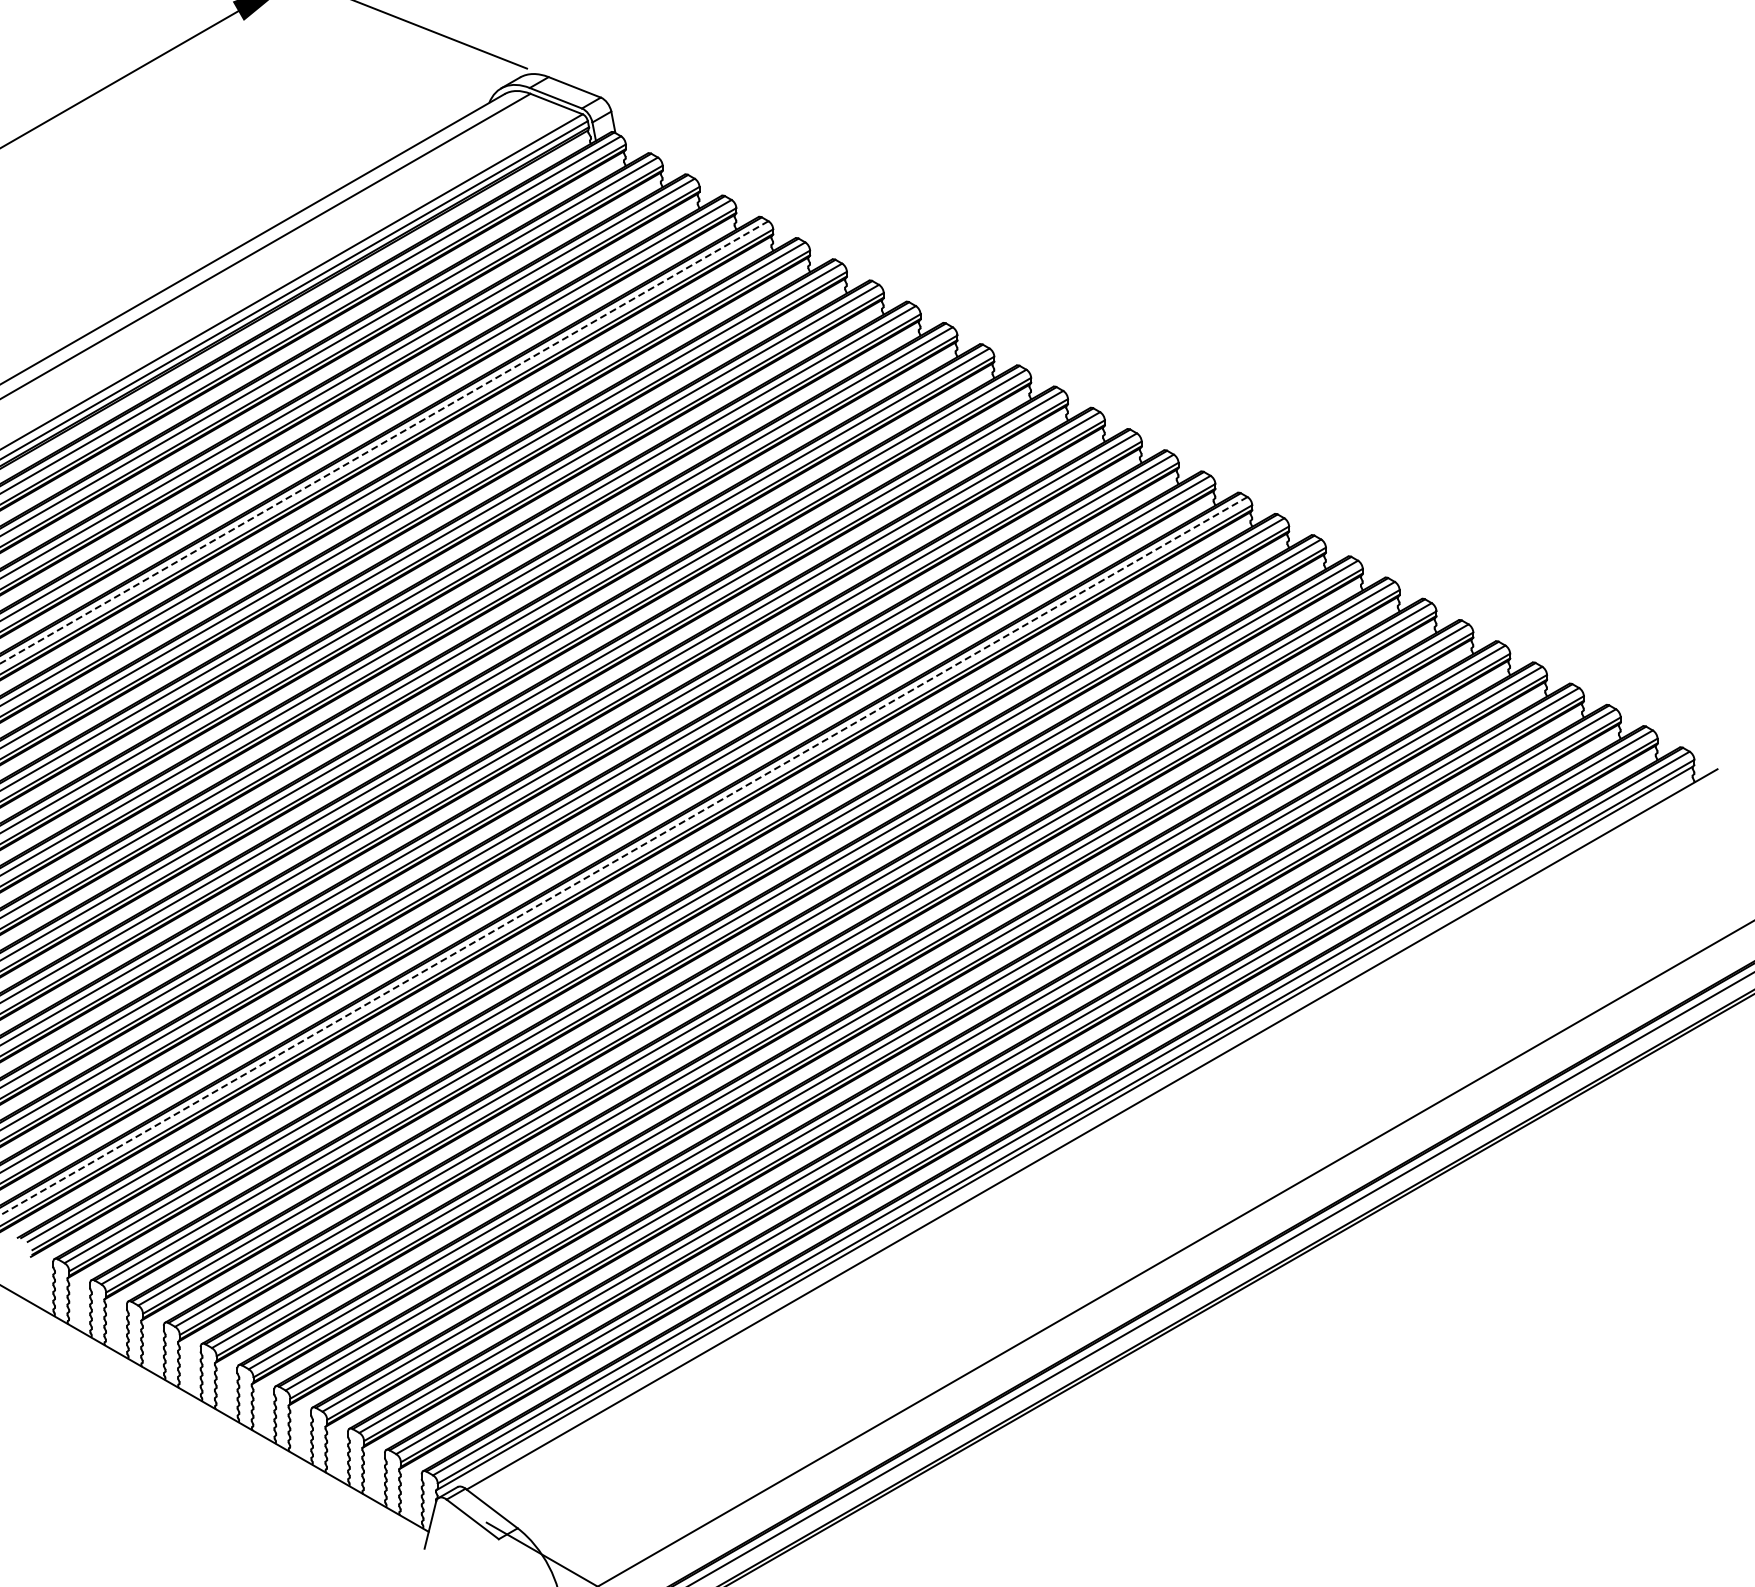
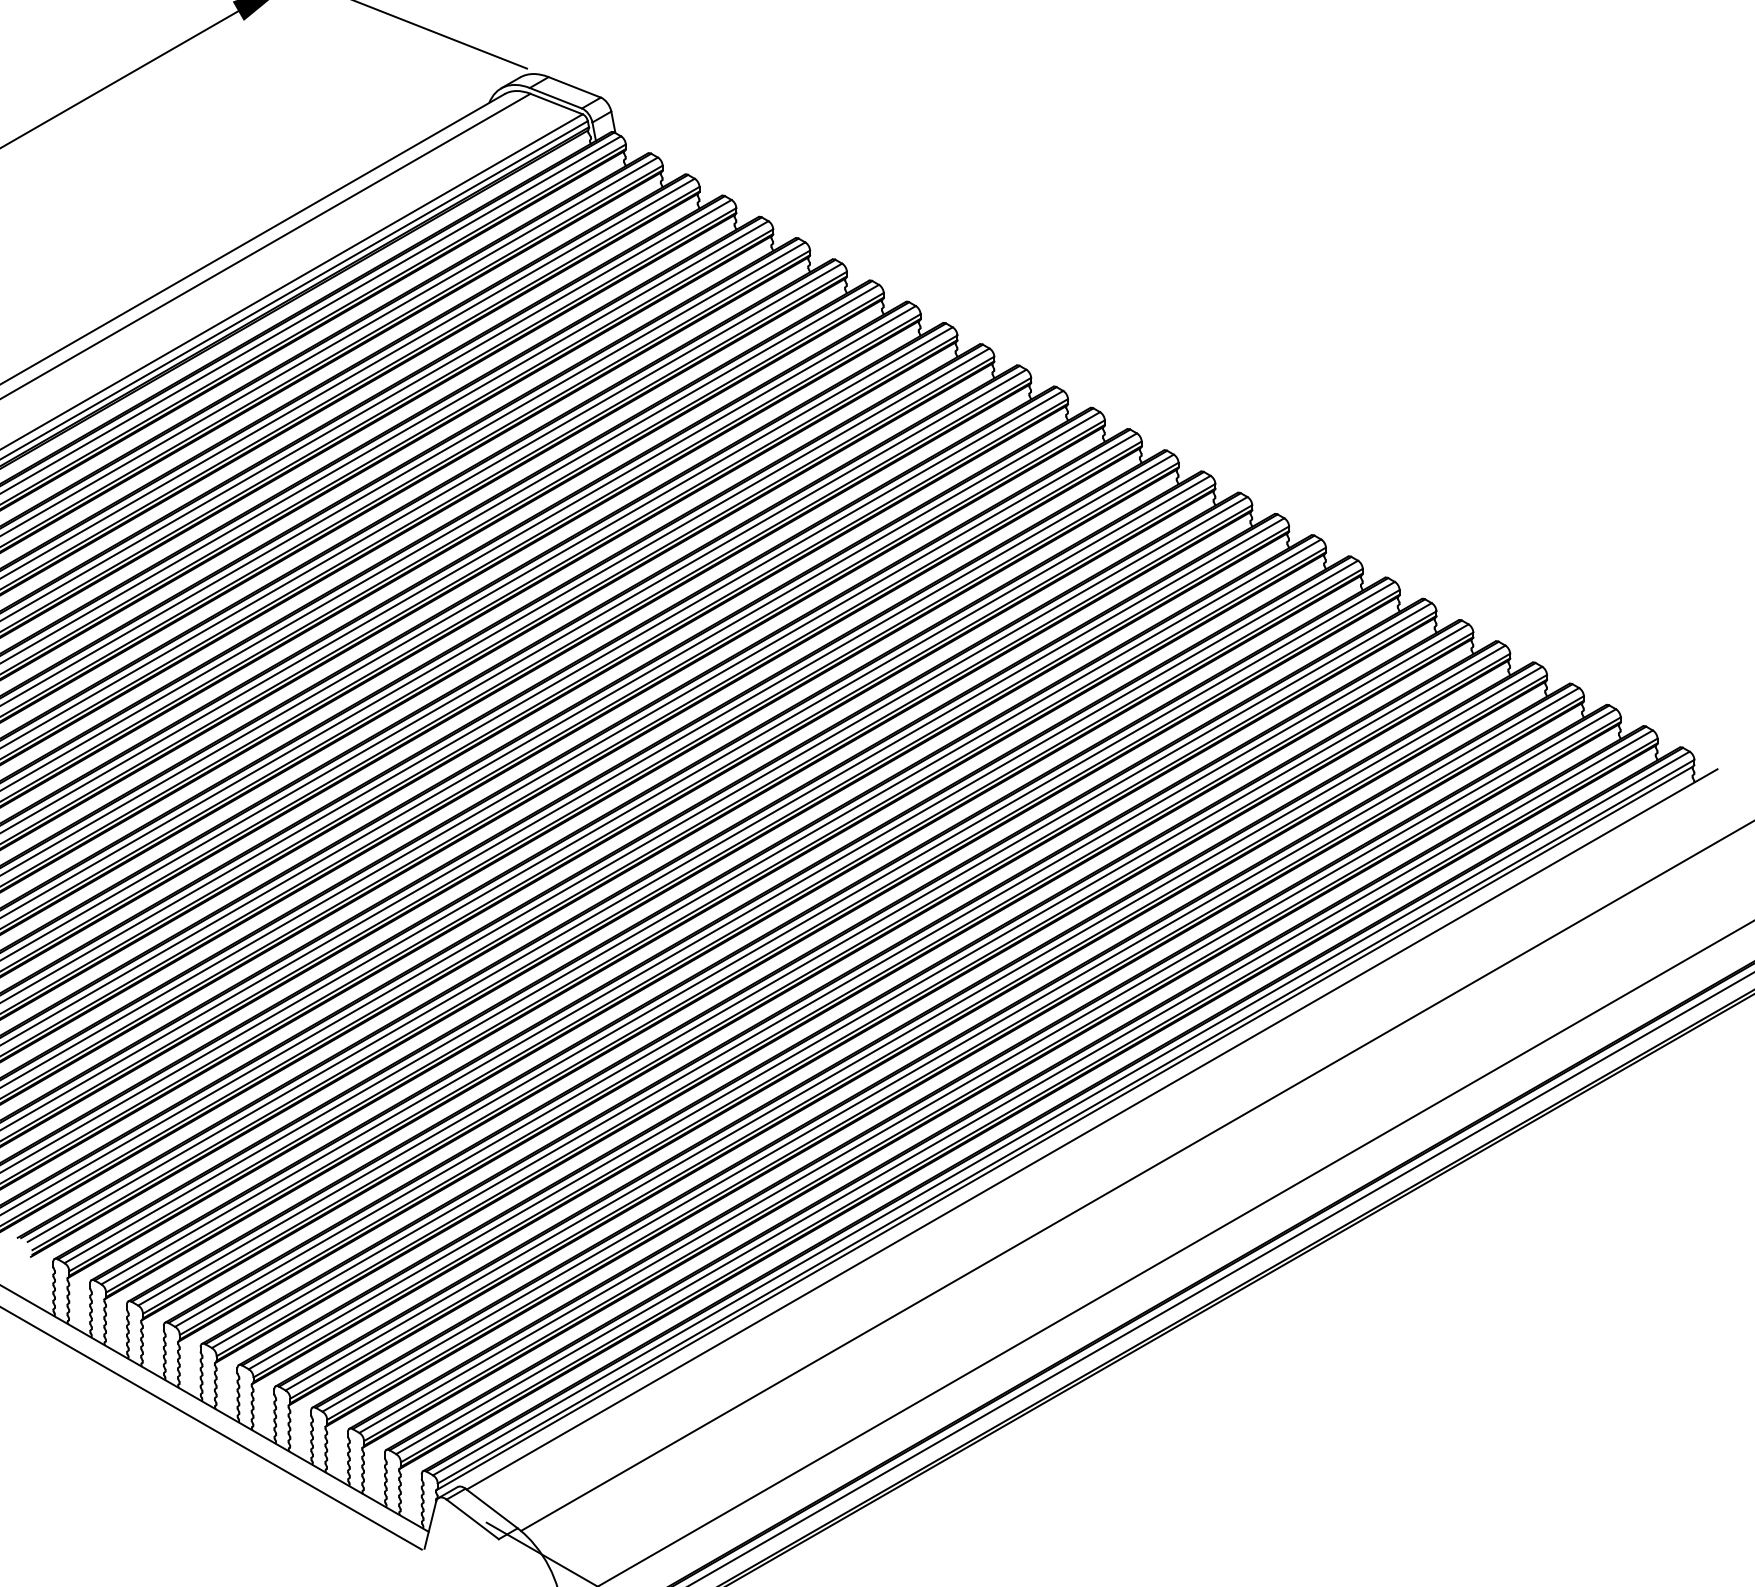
line at (383, 442): dashed -> solid
line at (623, 856): dashed -> solid
line at (1136, 1176): none -> present
line at (211, 1428): none -> present
